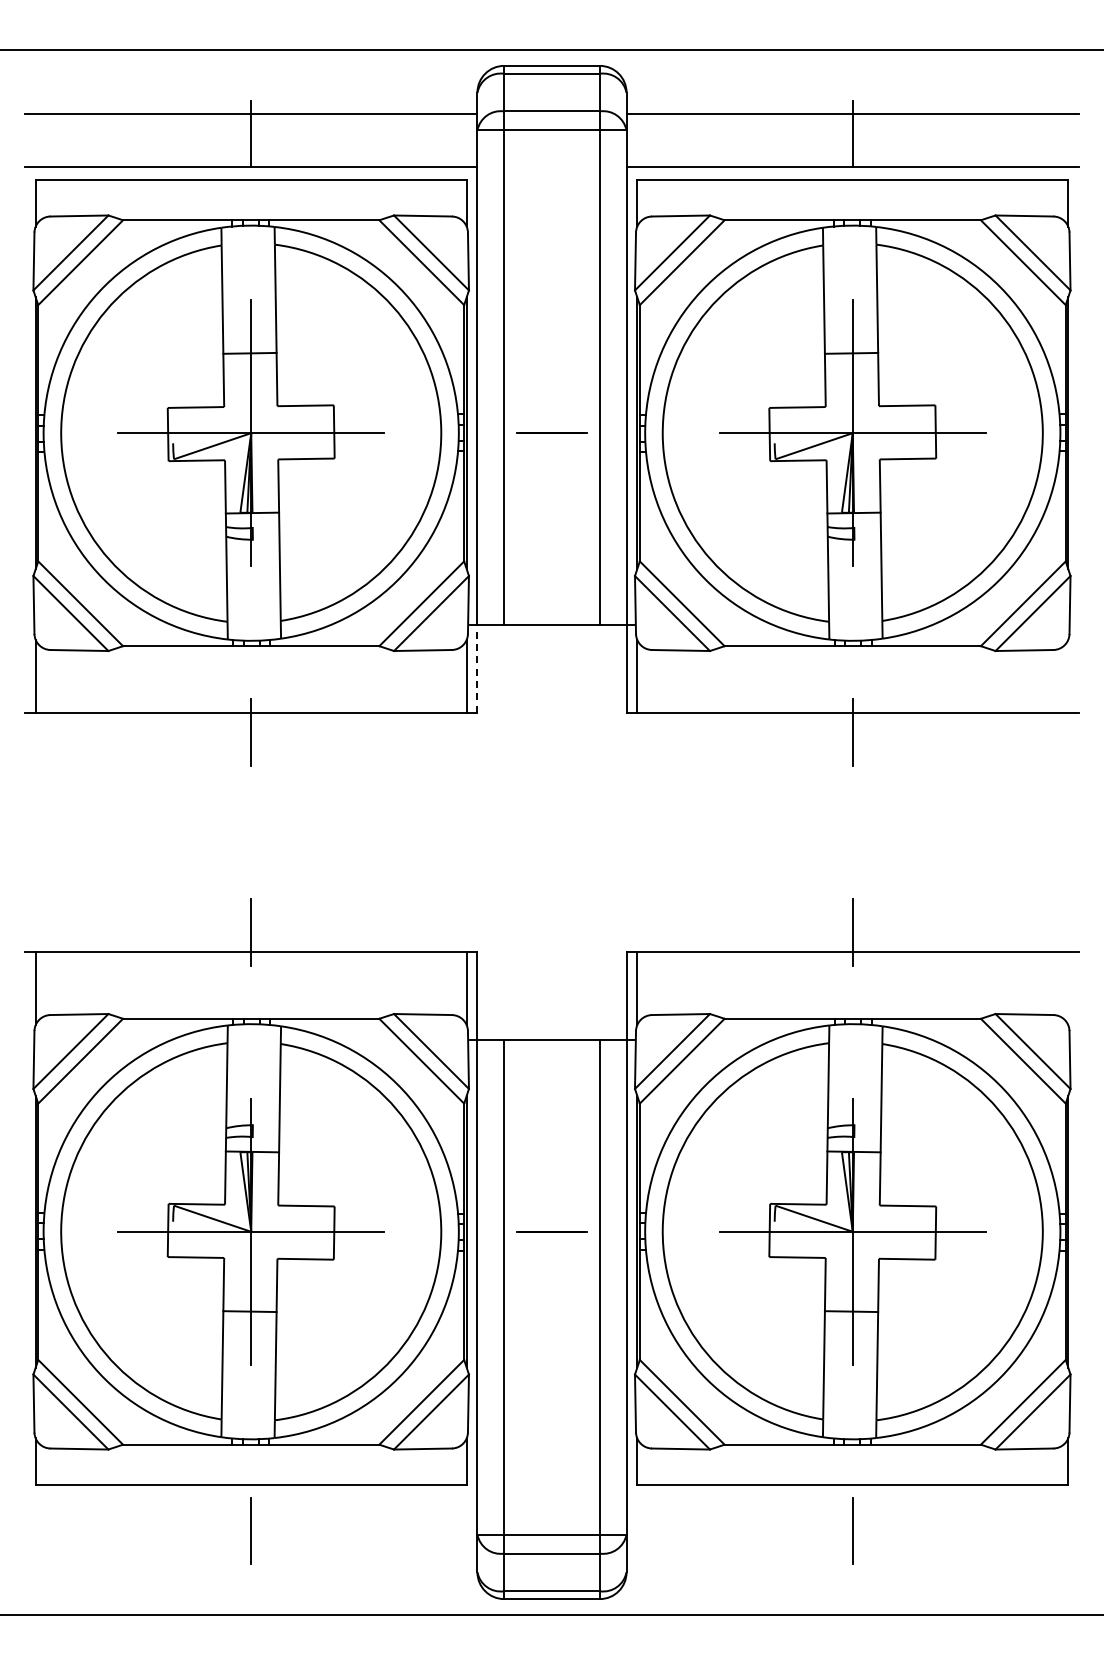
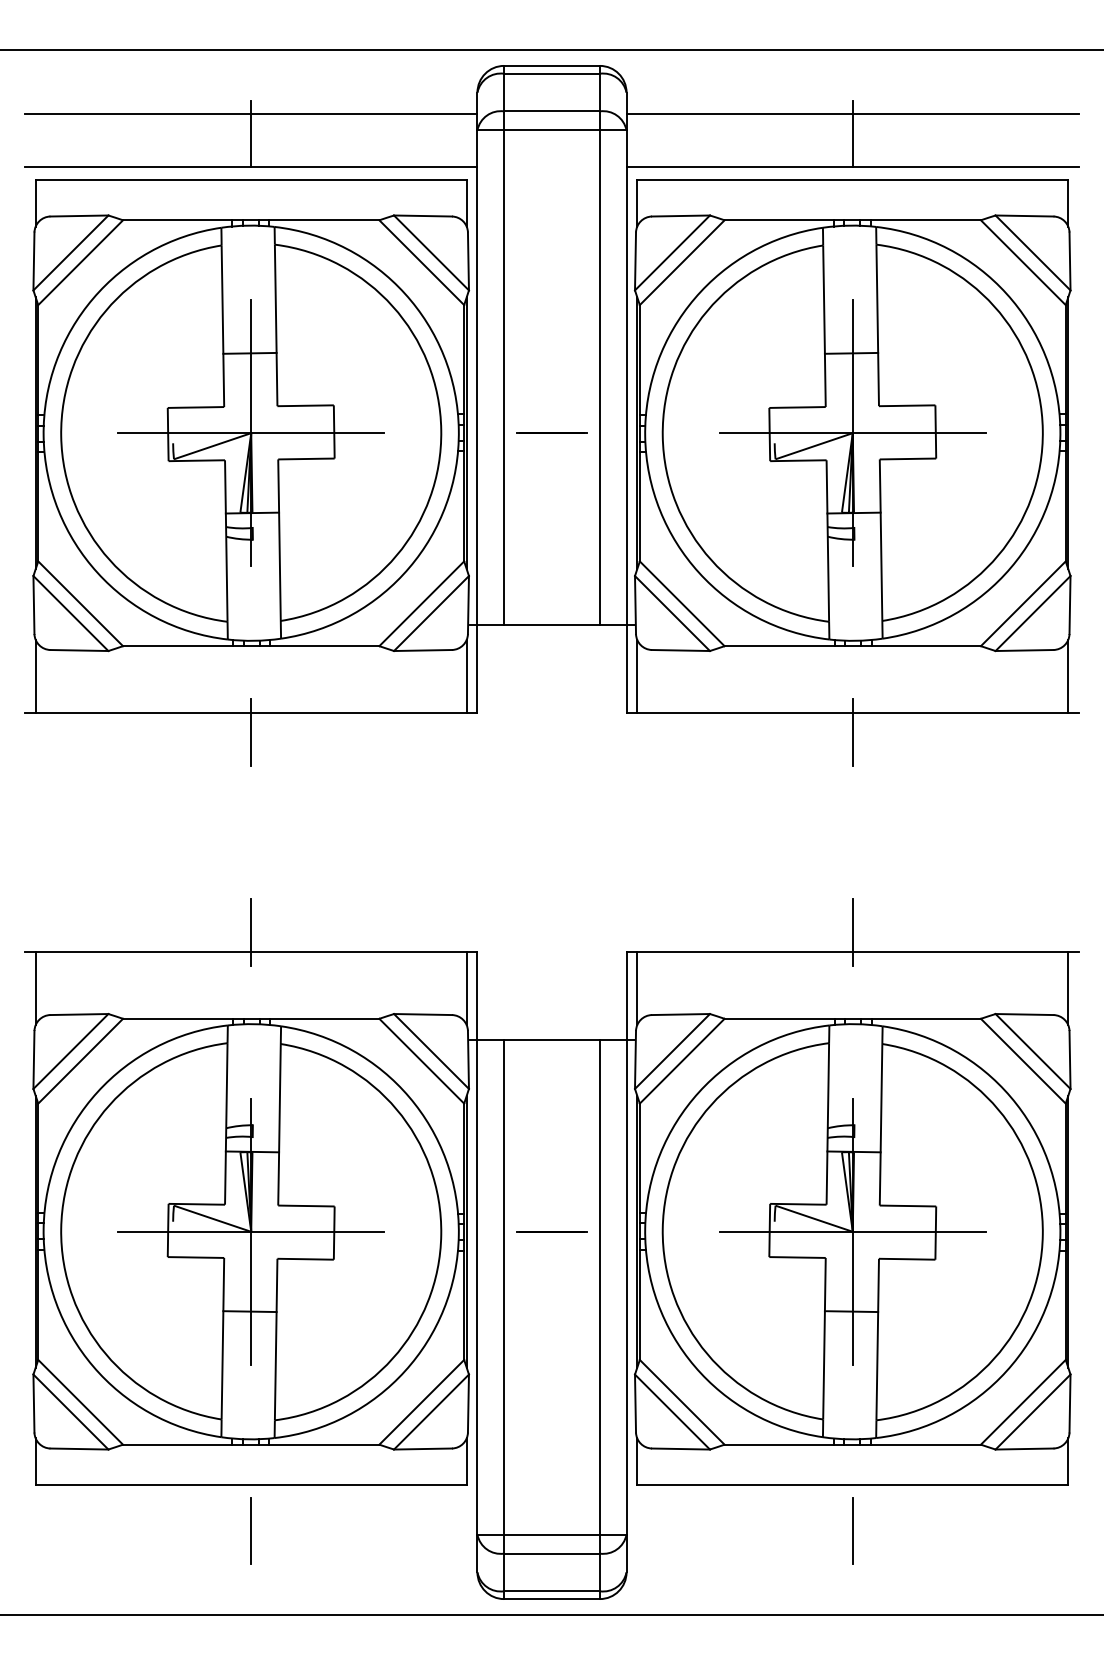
line at (477, 668): dashed -> solid
line at (1068, 675): none -> present
line at (1068, 988): none -> present
